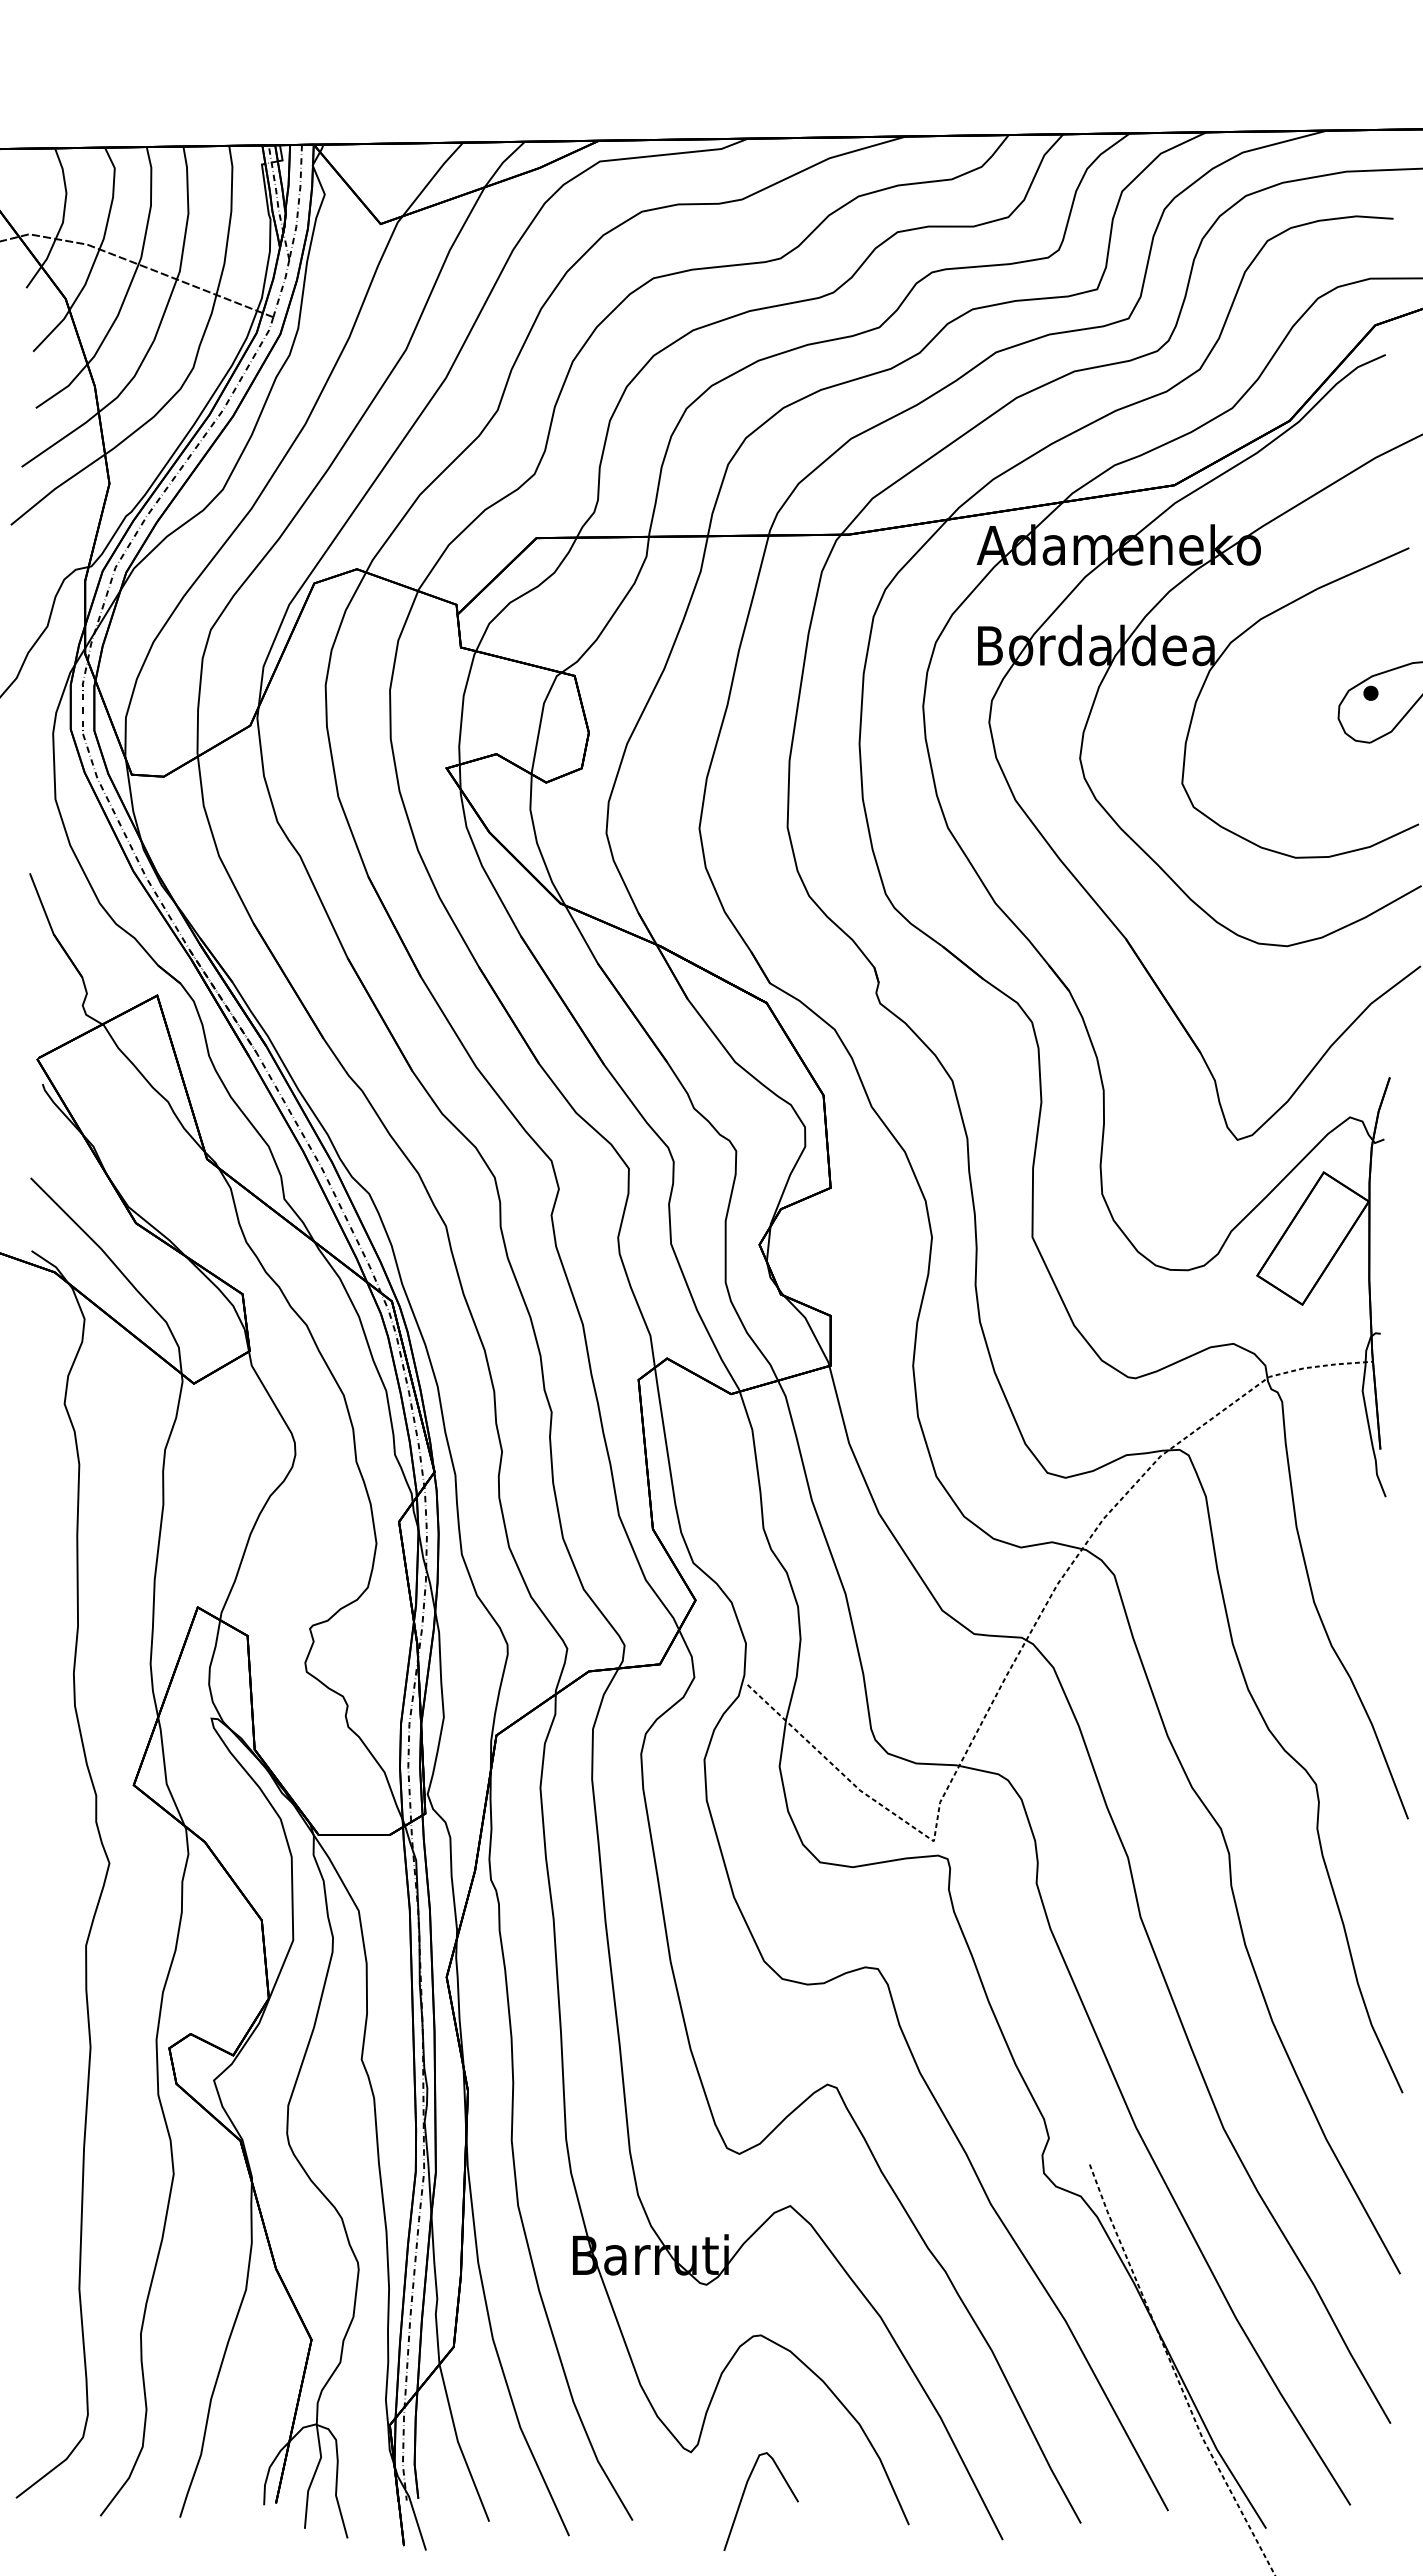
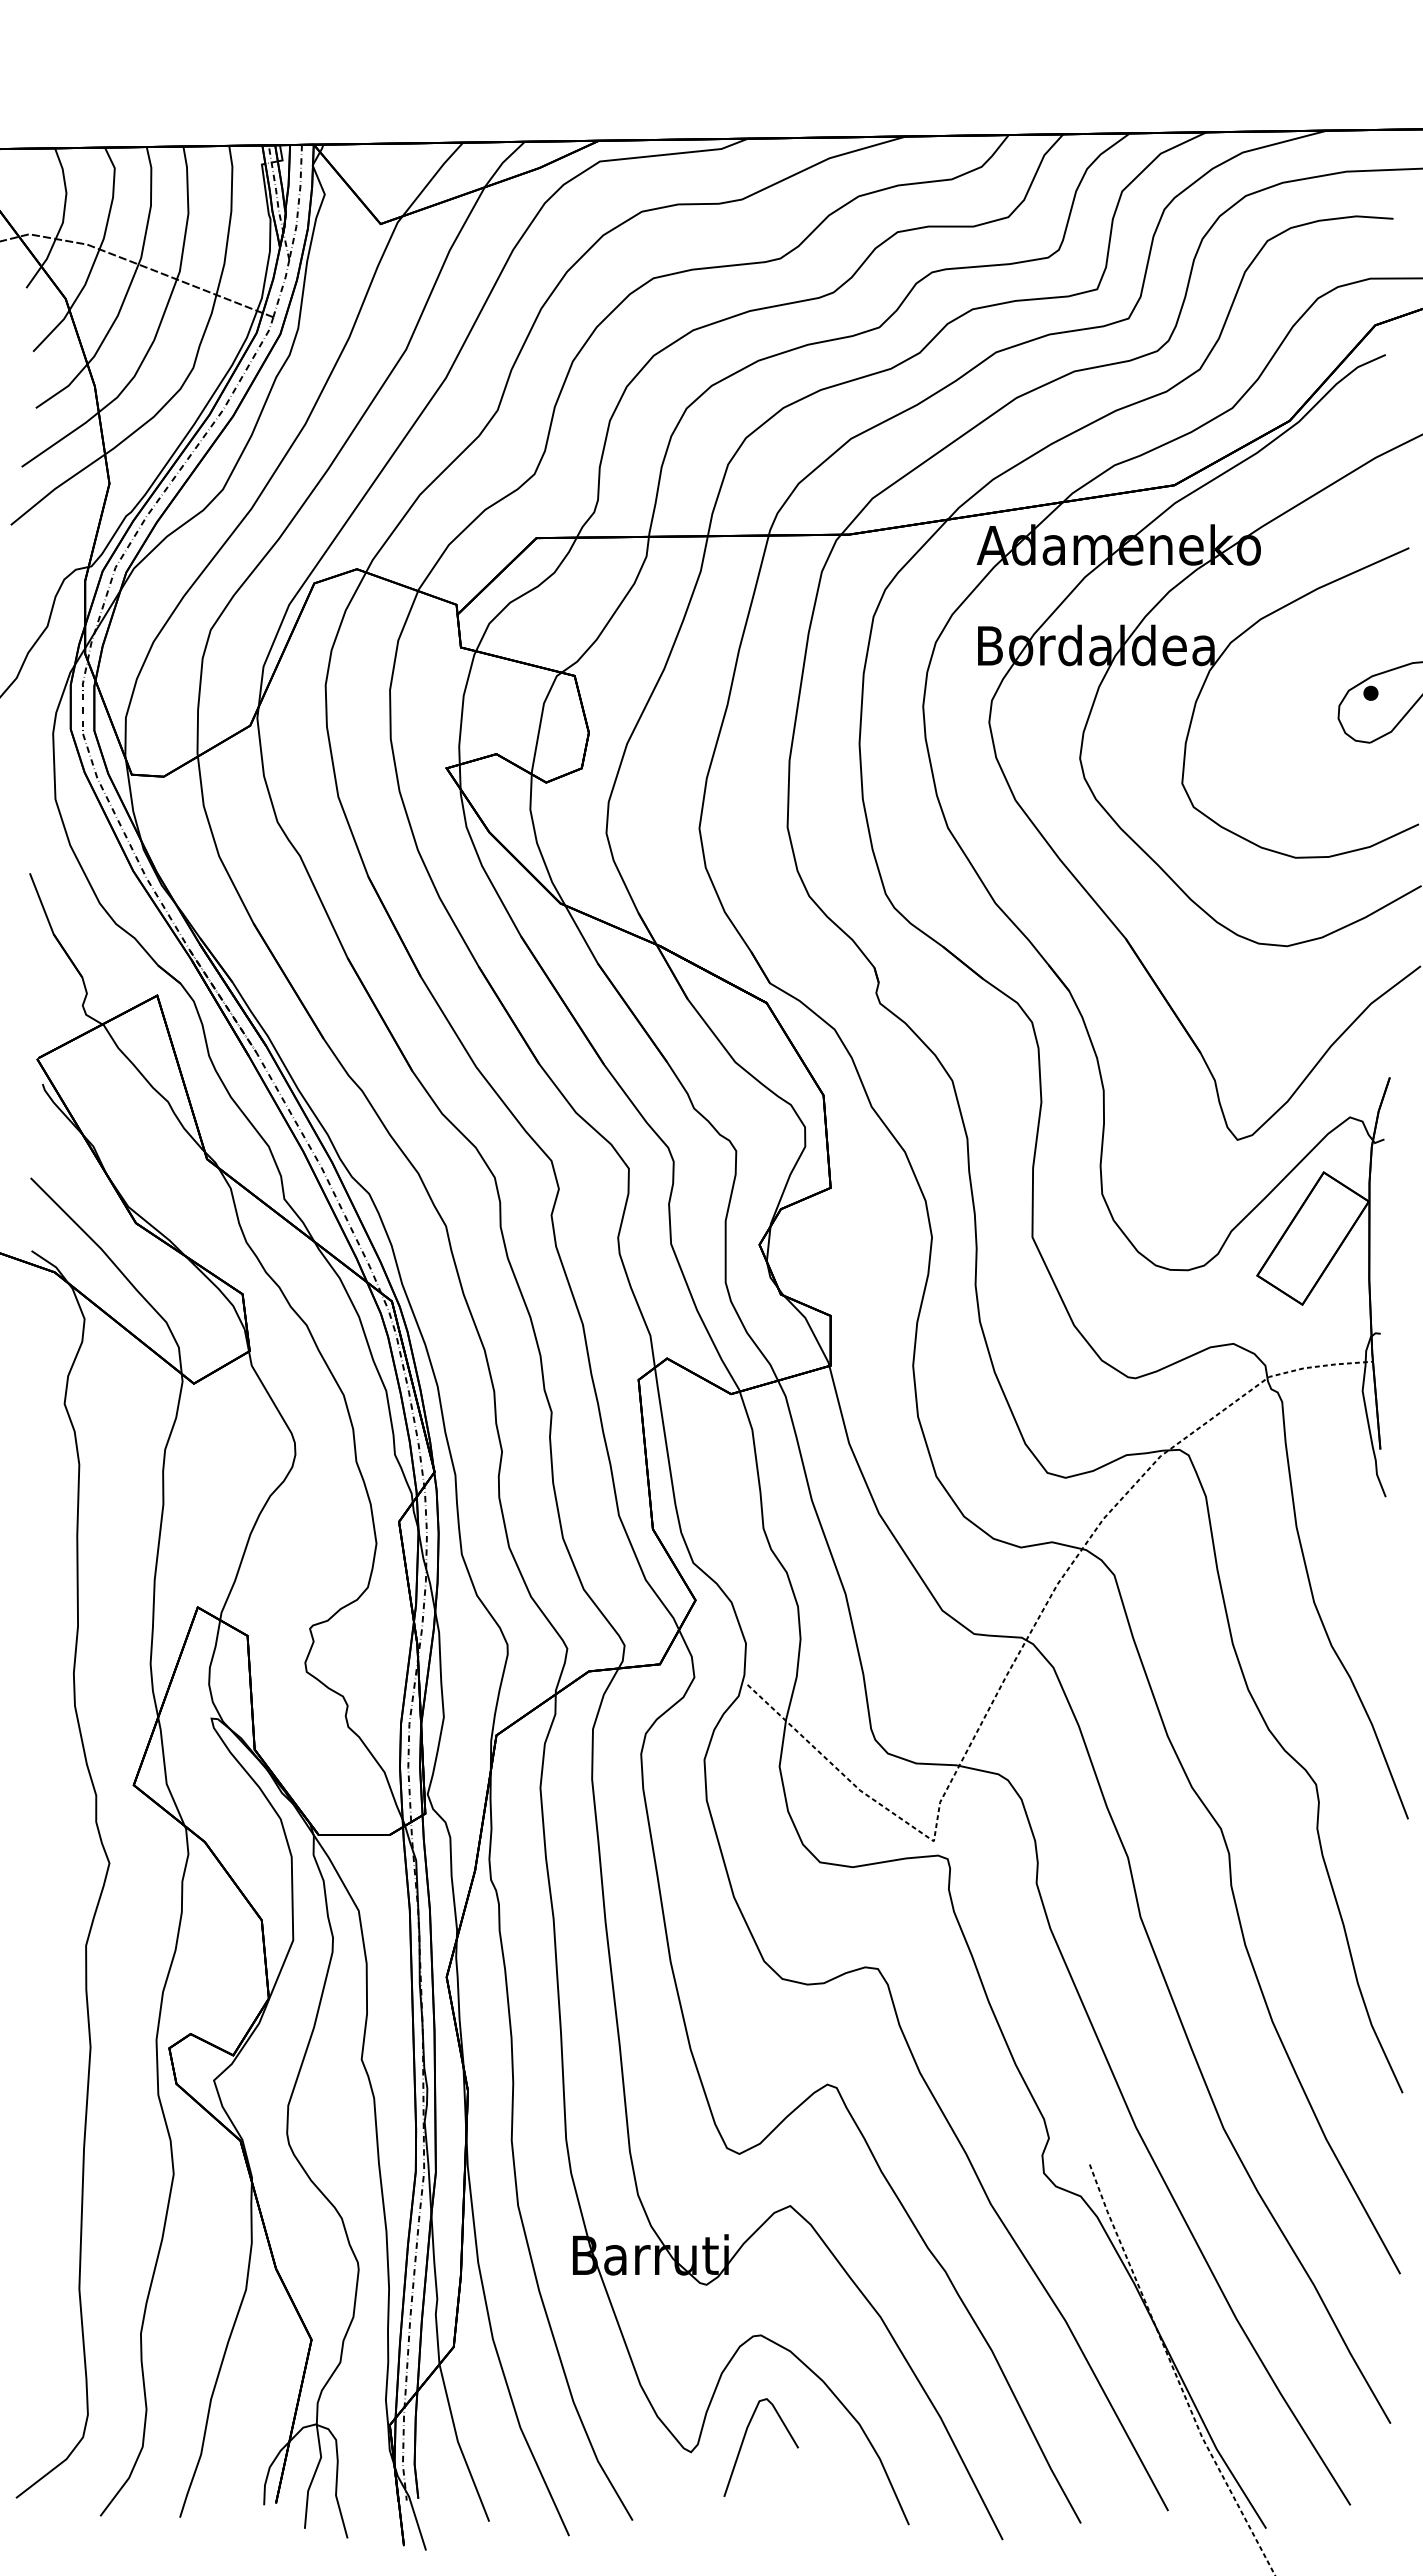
curve at (743, 2496) position: (743, 2496) -> (743, 2442)
